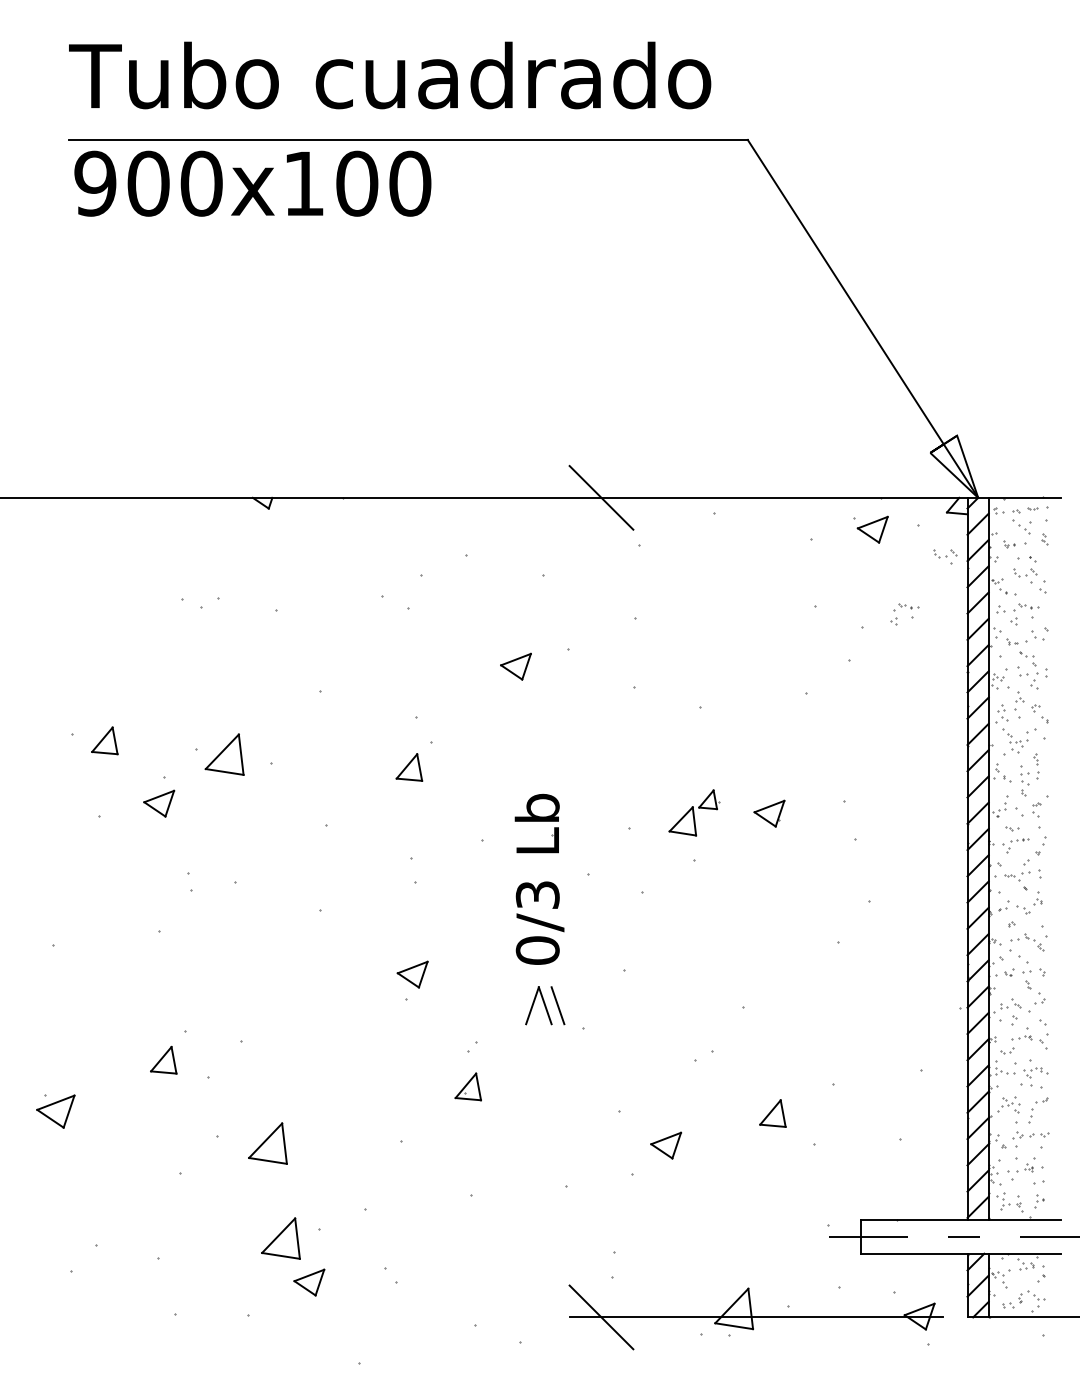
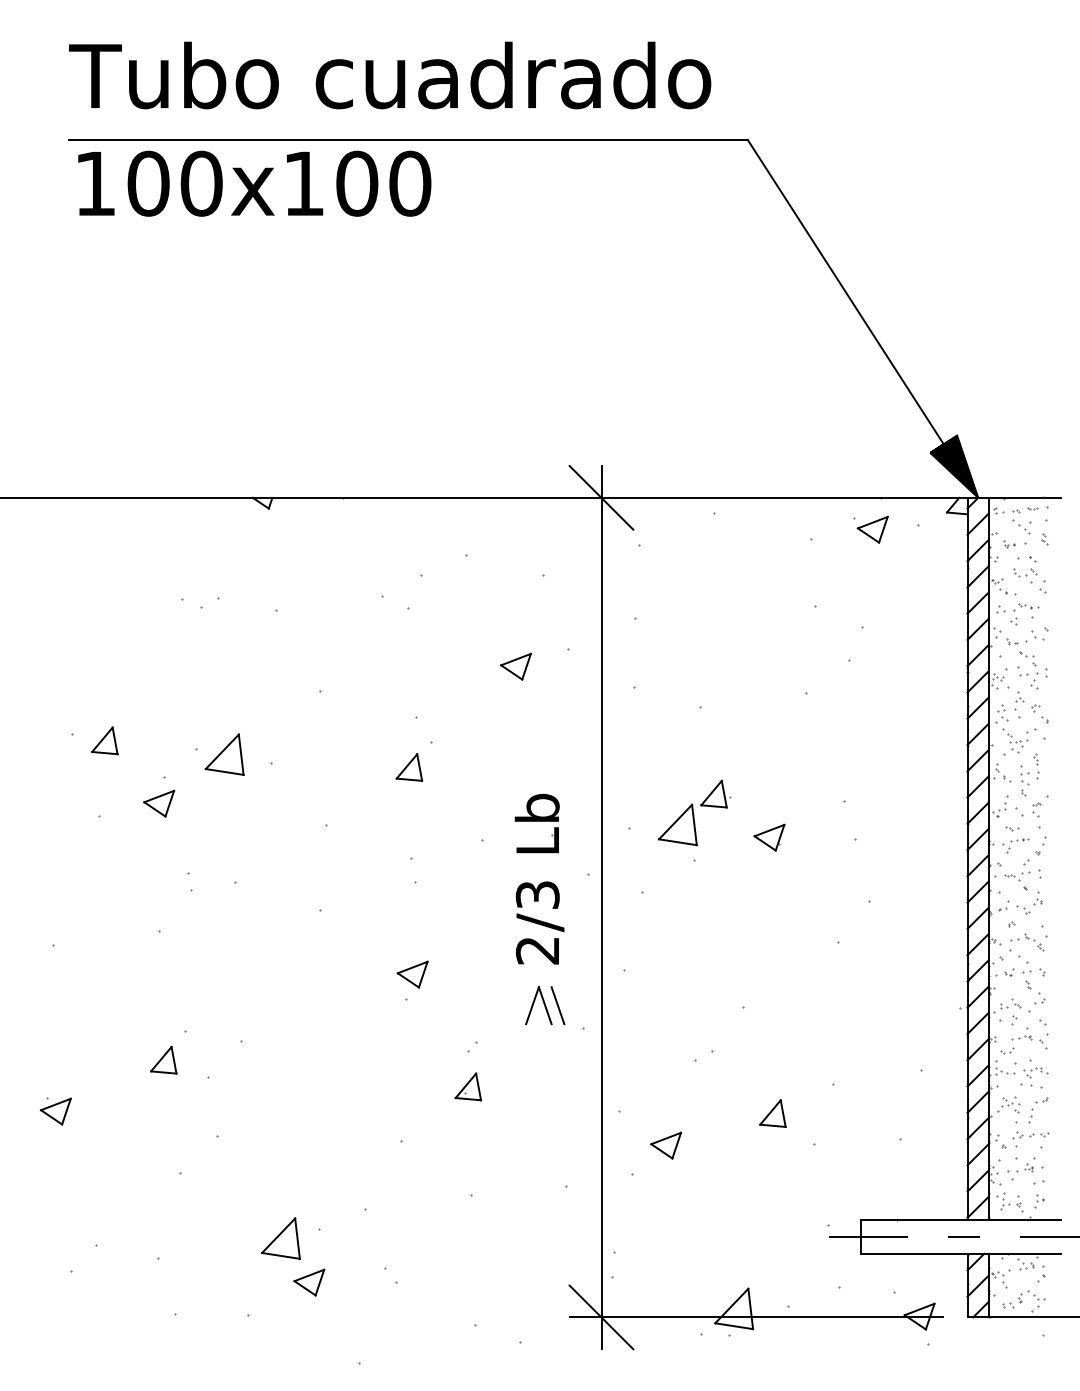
text at (95, 183): 900x100 -> 100x100
fill at (954, 466): none -> present
part at (945, 556): present -> none
part at (901, 607): present -> none
part at (694, 812) size: 53x48 px -> 75x68 px
part at (769, 813) position: (769, 813) -> (769, 837)
line at (601, 907): none -> present
text at (537, 950): 0/3 -> 2/3
part at (55, 1111) size: 40x35 px -> 32x29 px
part at (267, 1143): present -> none
